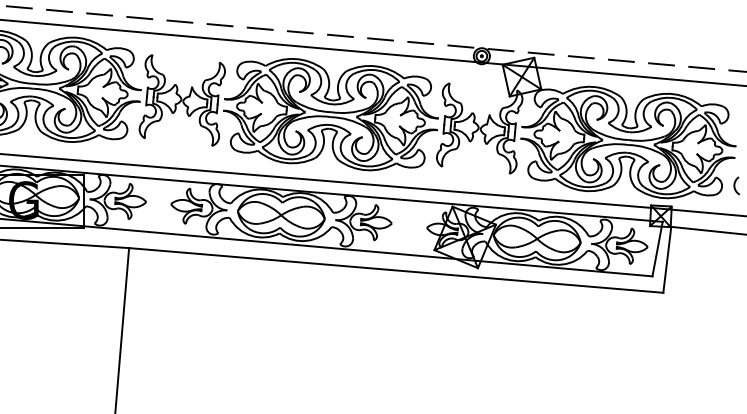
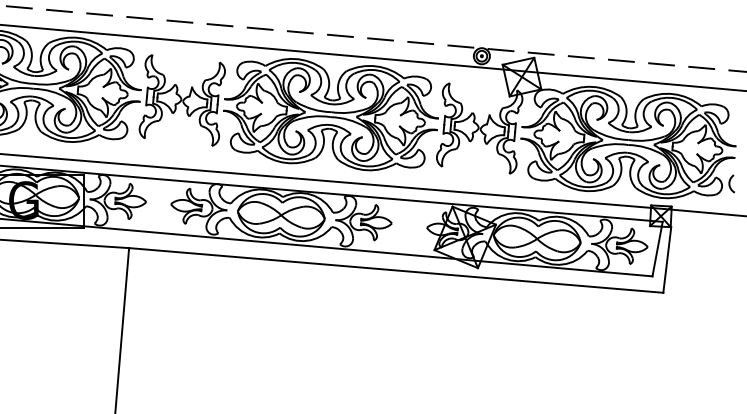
line at (372, 52) position: (372, 52) -> (372, 57)
arc at (735, 185) position: (735, 185) -> (730, 183)
line at (707, 230): present -> none
